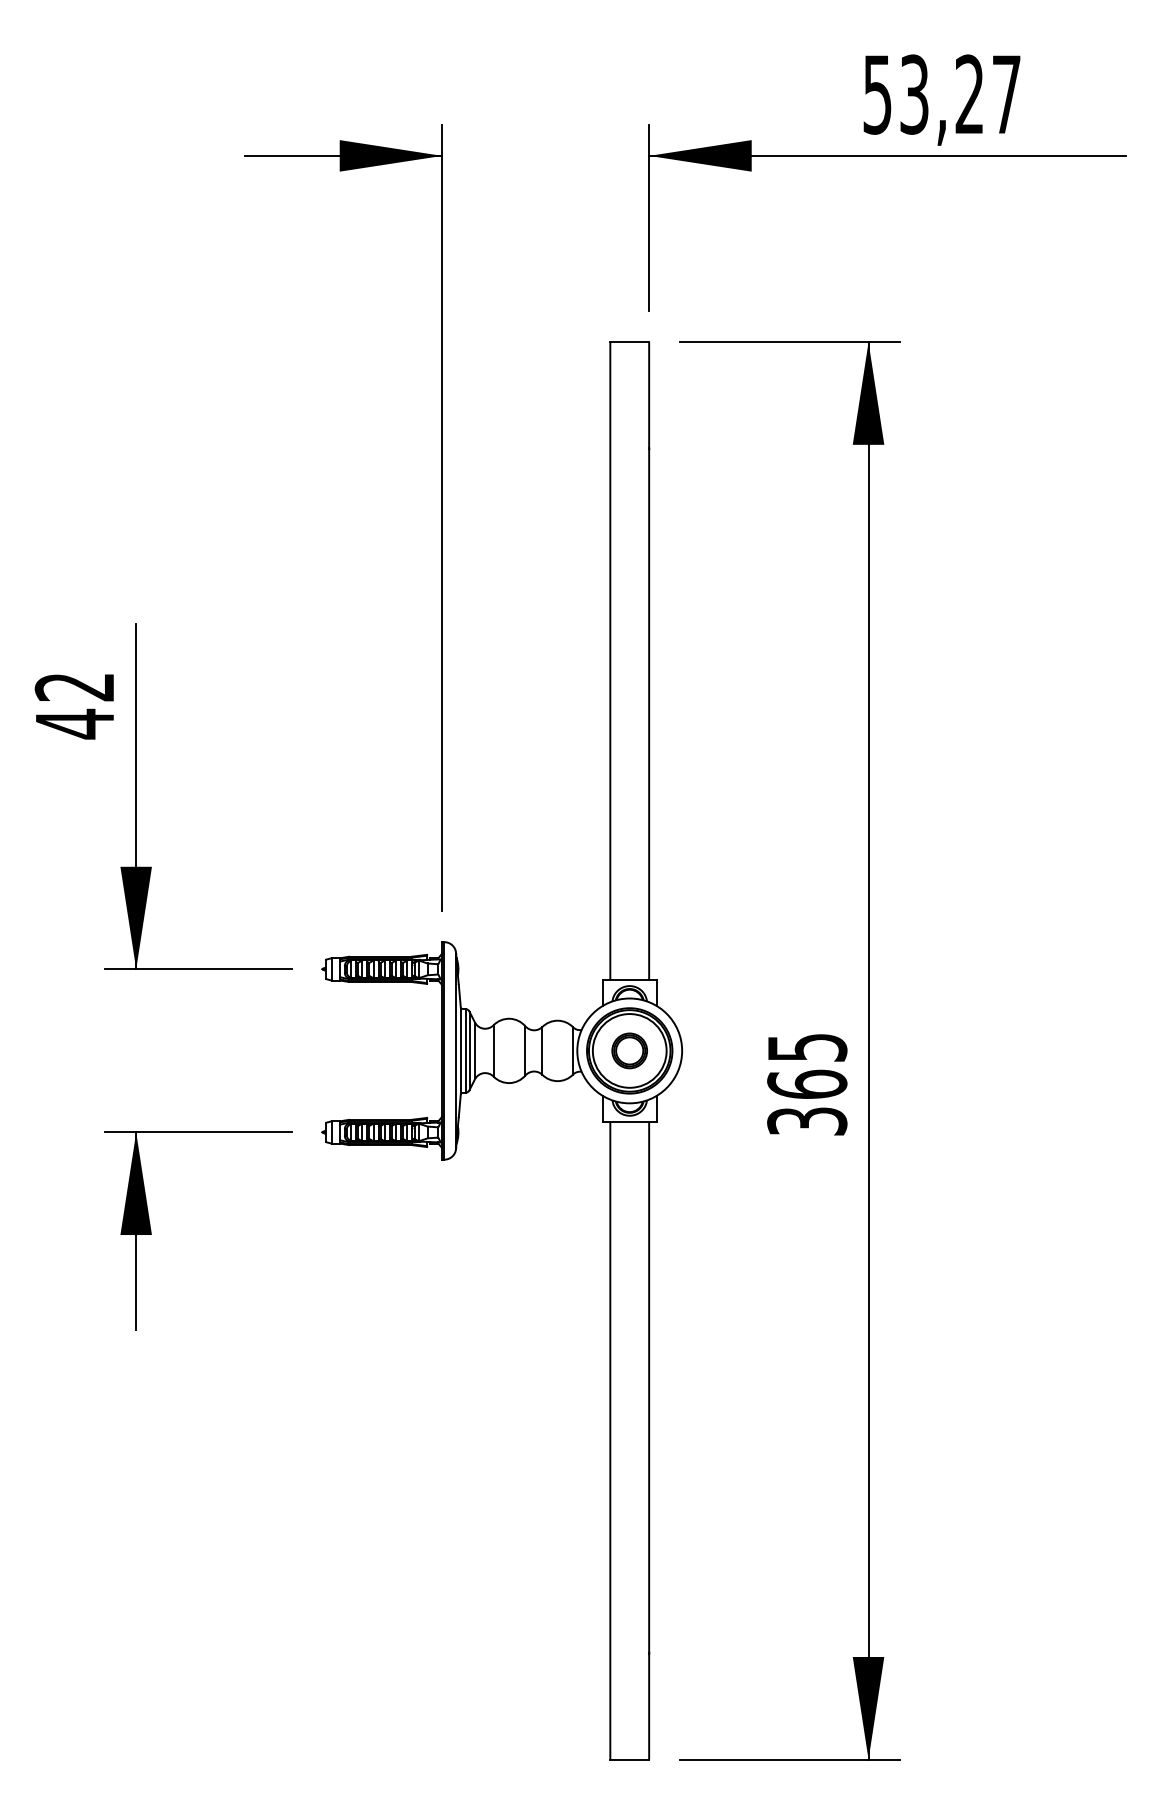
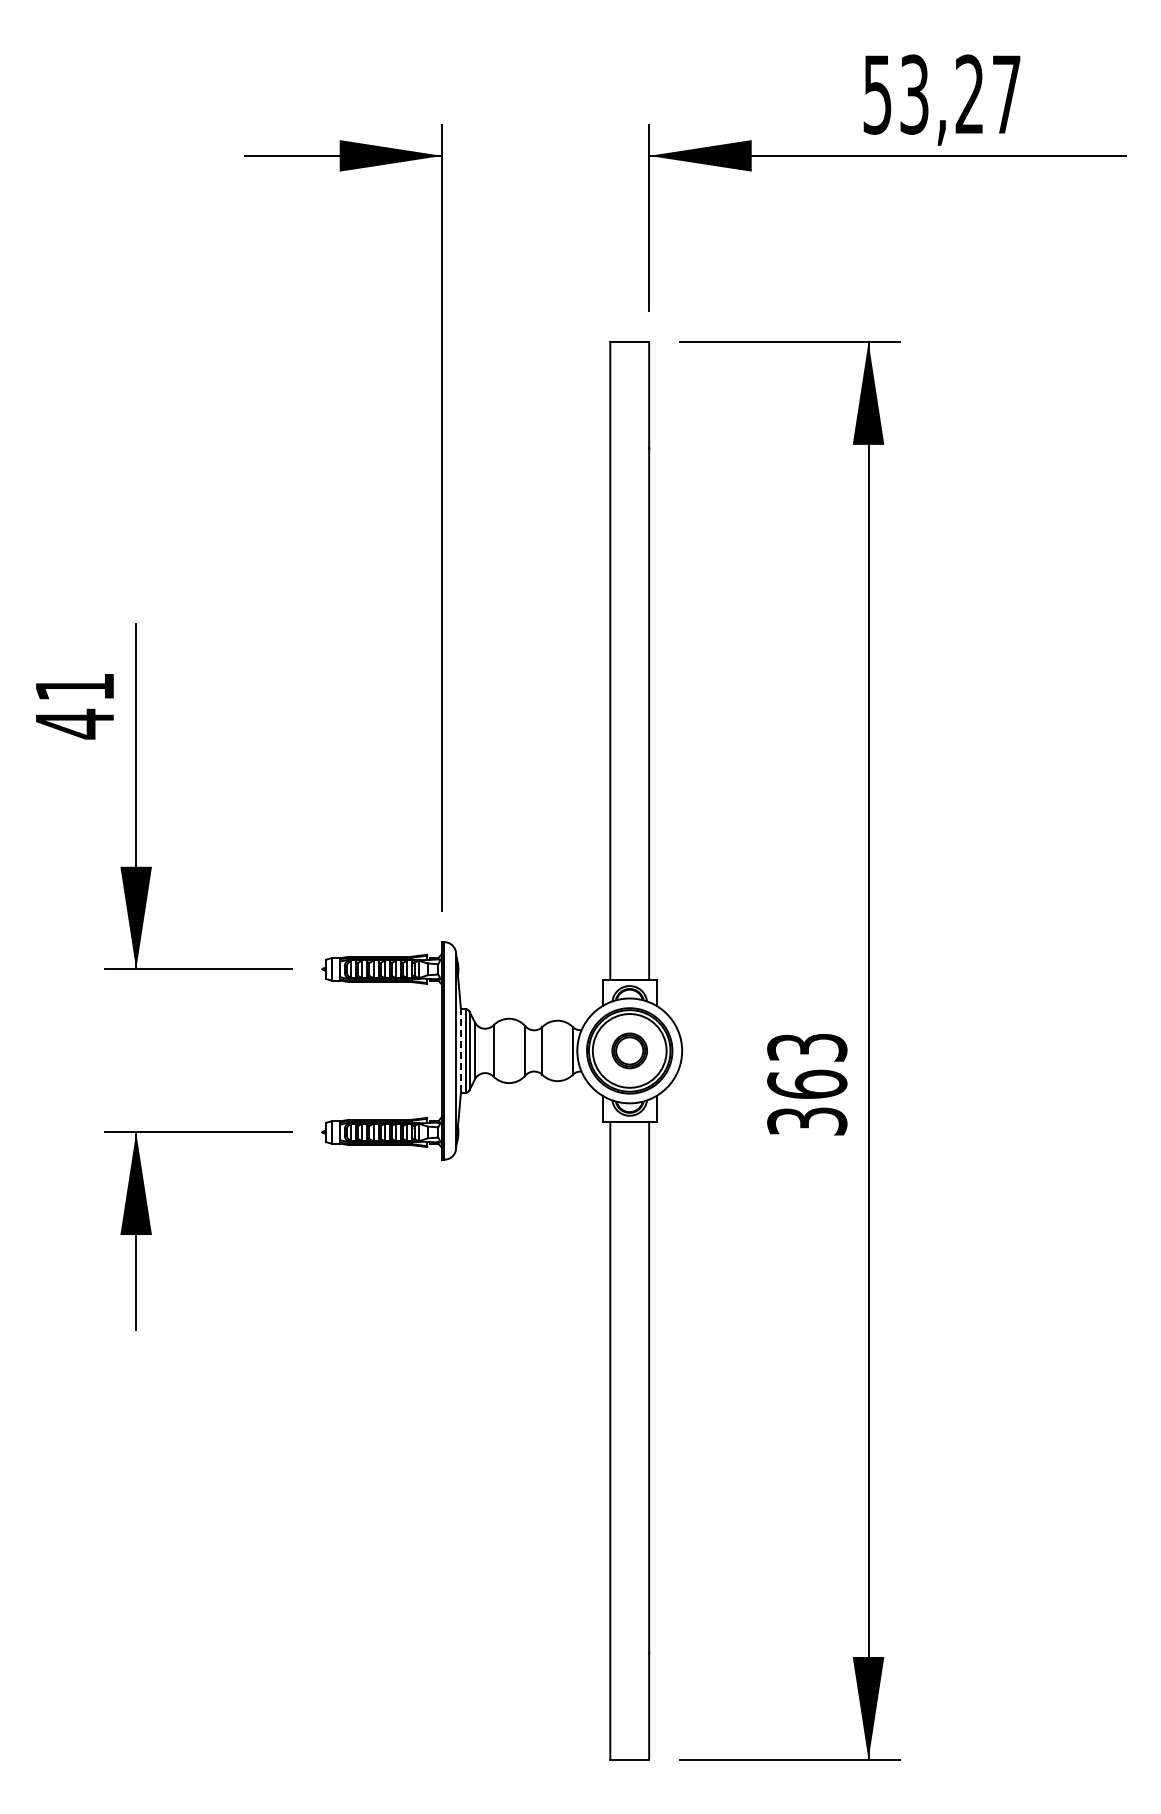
text at (73, 687): 42 -> 41
text at (806, 1047): 365 -> 363
line at (460, 1051): solid -> dashed
